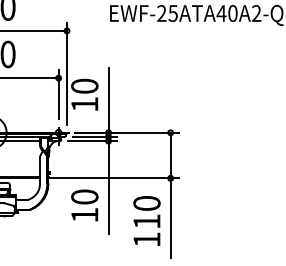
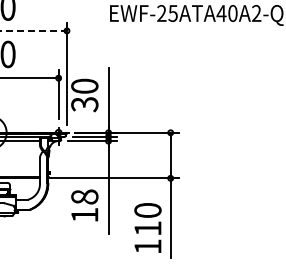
line at (31, 30): solid -> dashed
text at (84, 104): 10 -> 30
text at (84, 196): 10 -> 18
text at (146, 220) position: (146, 220) -> (147, 227)
